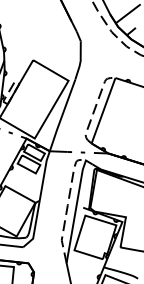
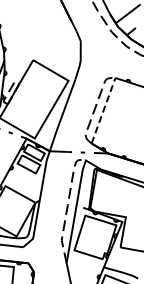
line at (103, 111): solid -> dashed
